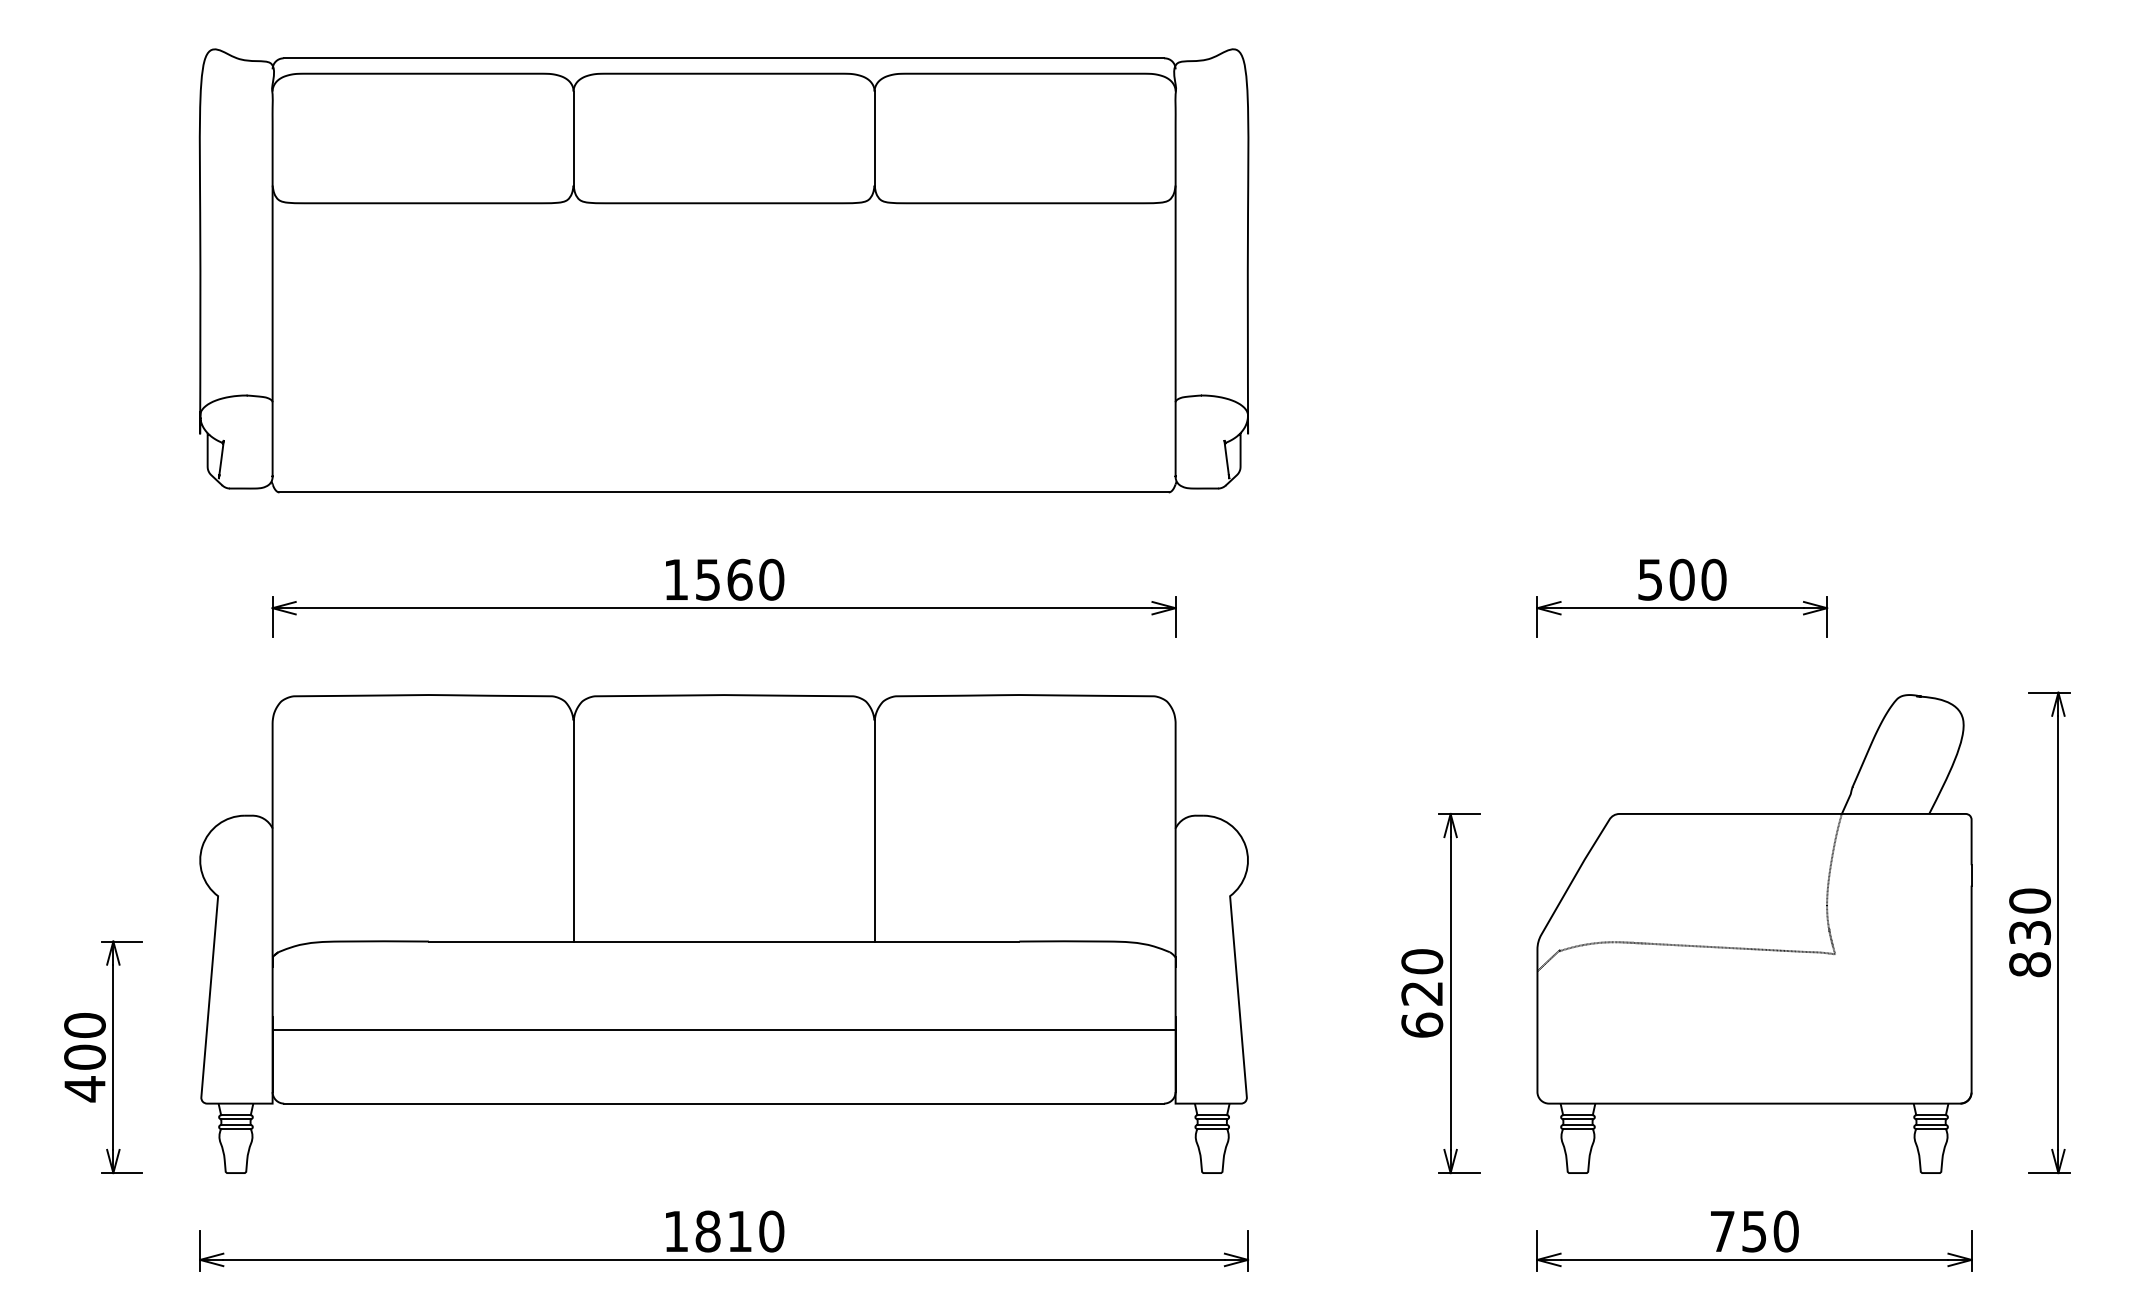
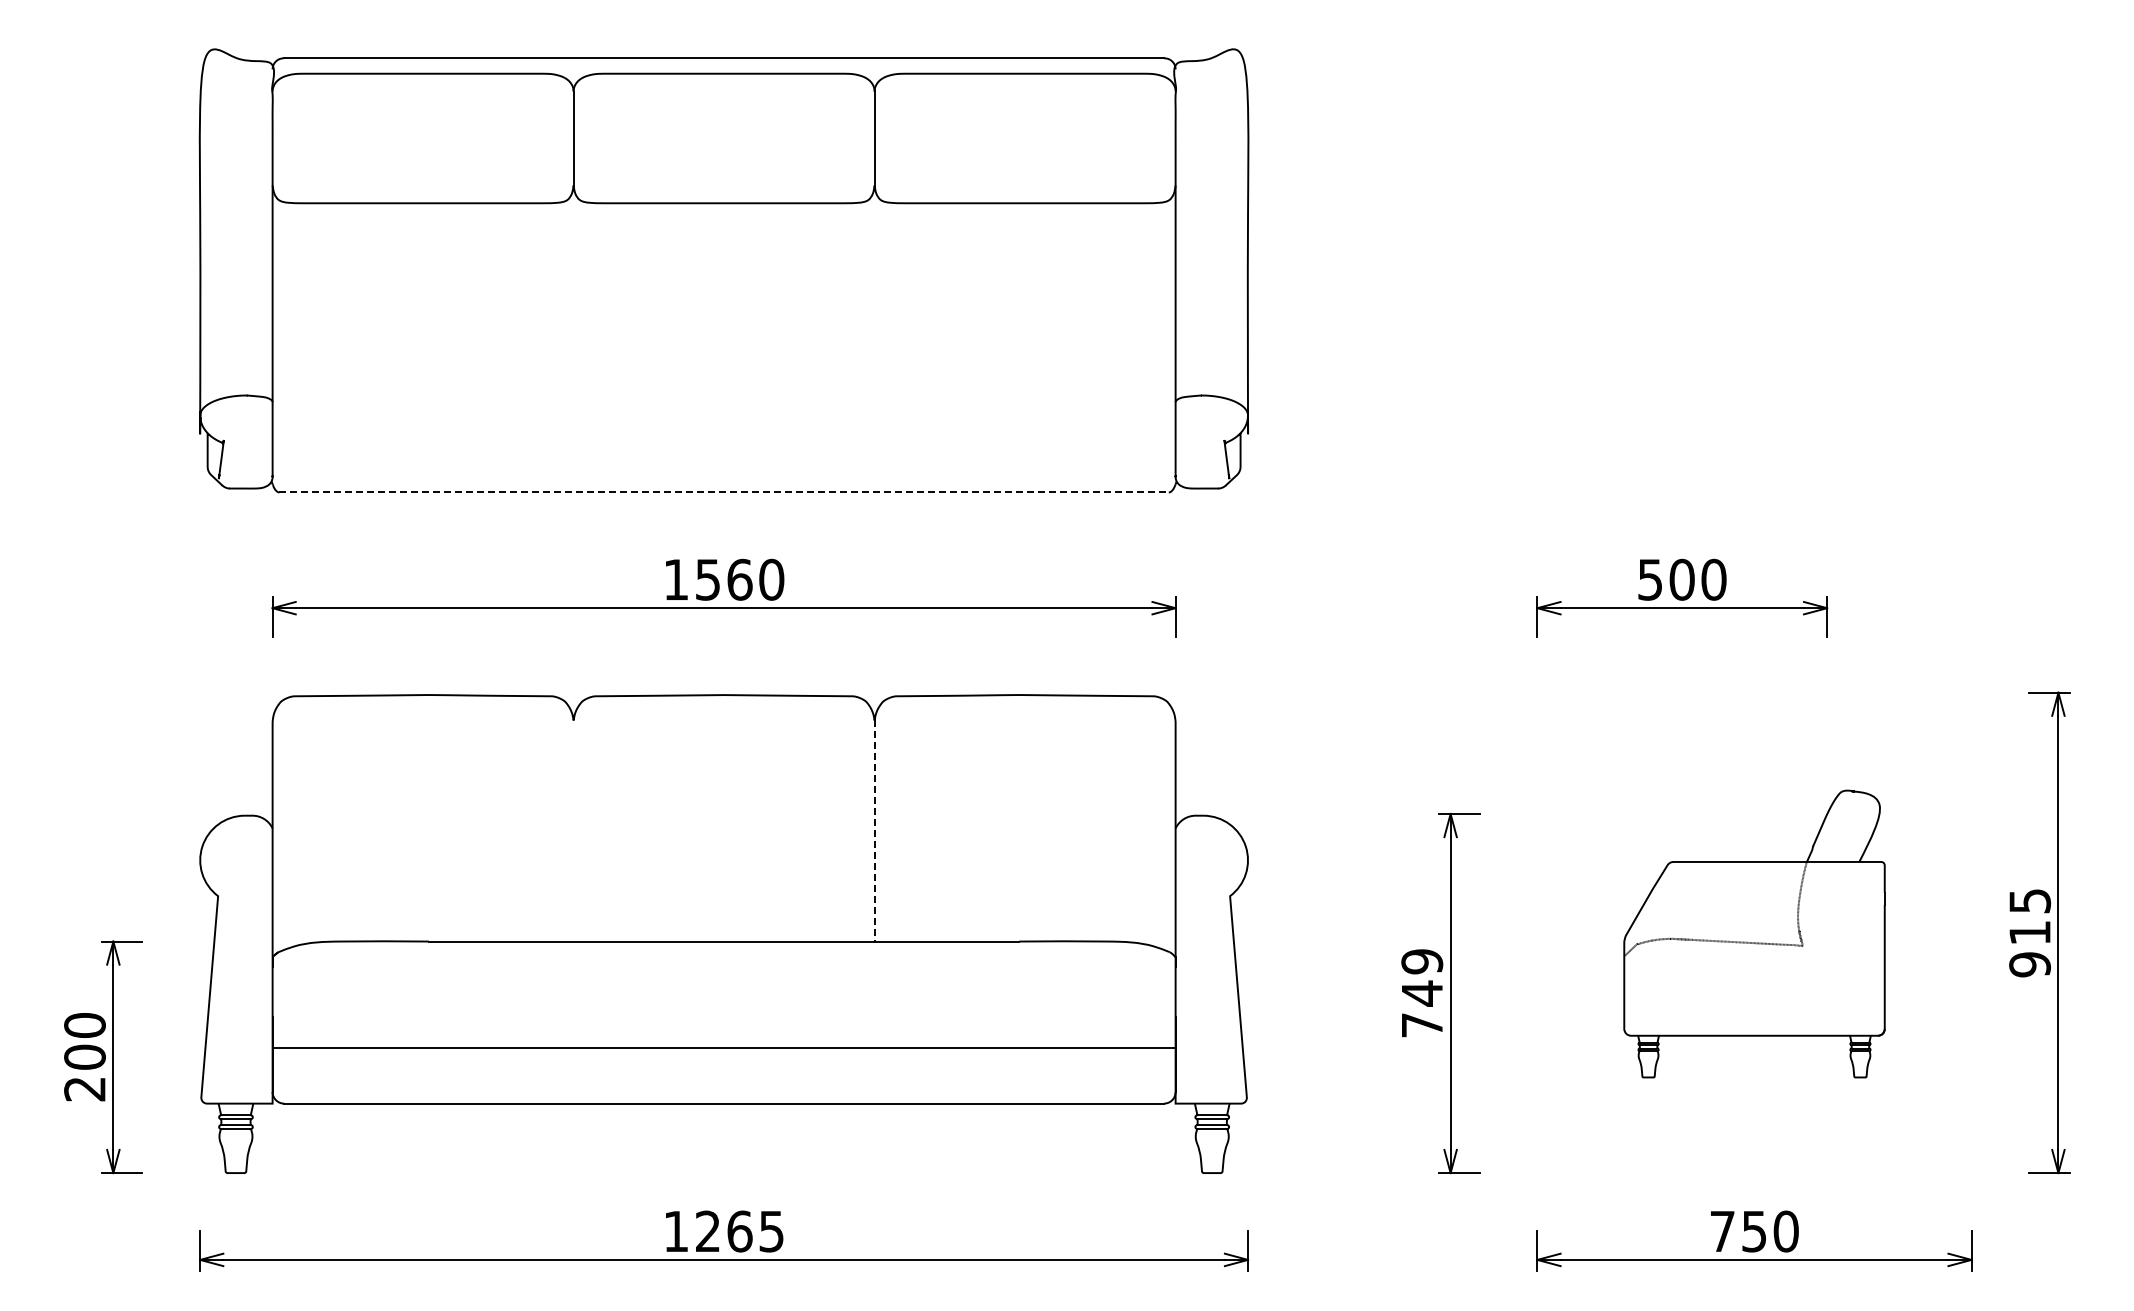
line at (724, 492): solid -> dashed
line at (573, 830): present -> none
line at (874, 831): solid -> dashed
text at (2030, 932): 830 -> 915
part at (1754, 933) size: 437x480 px -> 263x290 px
text at (1422, 993): 620 -> 749
line at (723, 1029) position: (723, 1029) -> (723, 1047)
text at (84, 1089): 400 -> 200
text at (739, 1231): 1810 -> 1265
